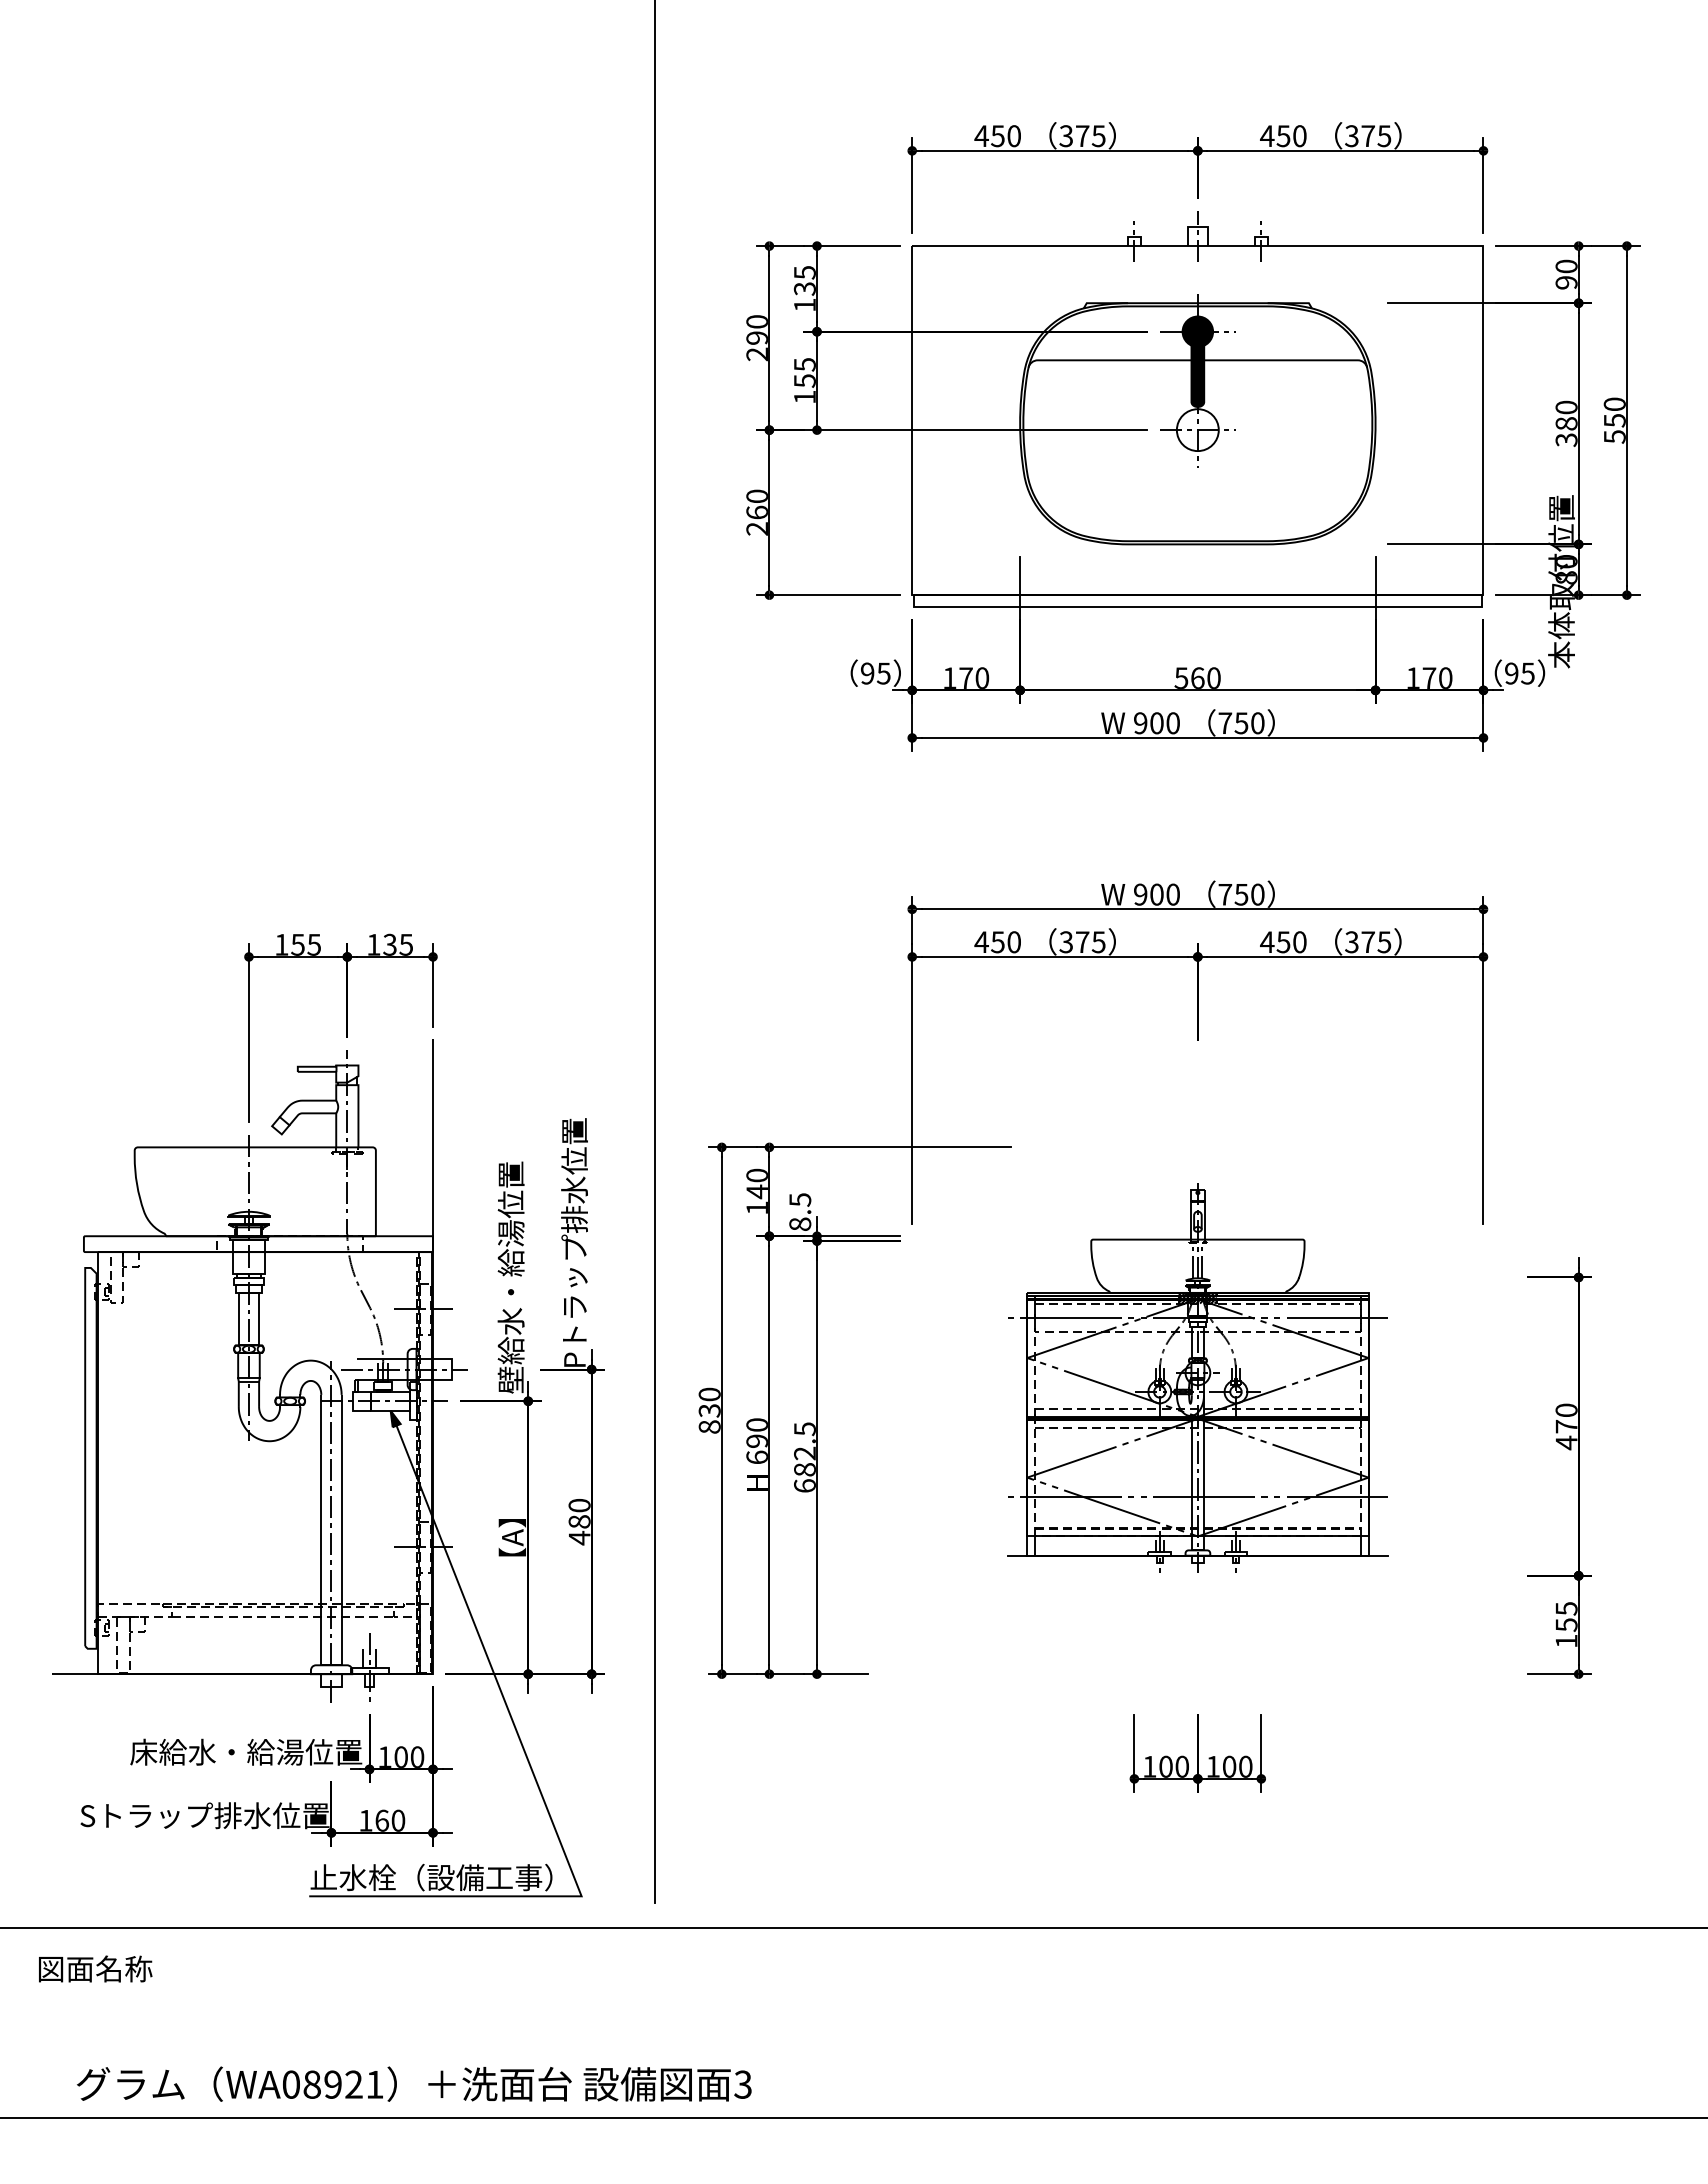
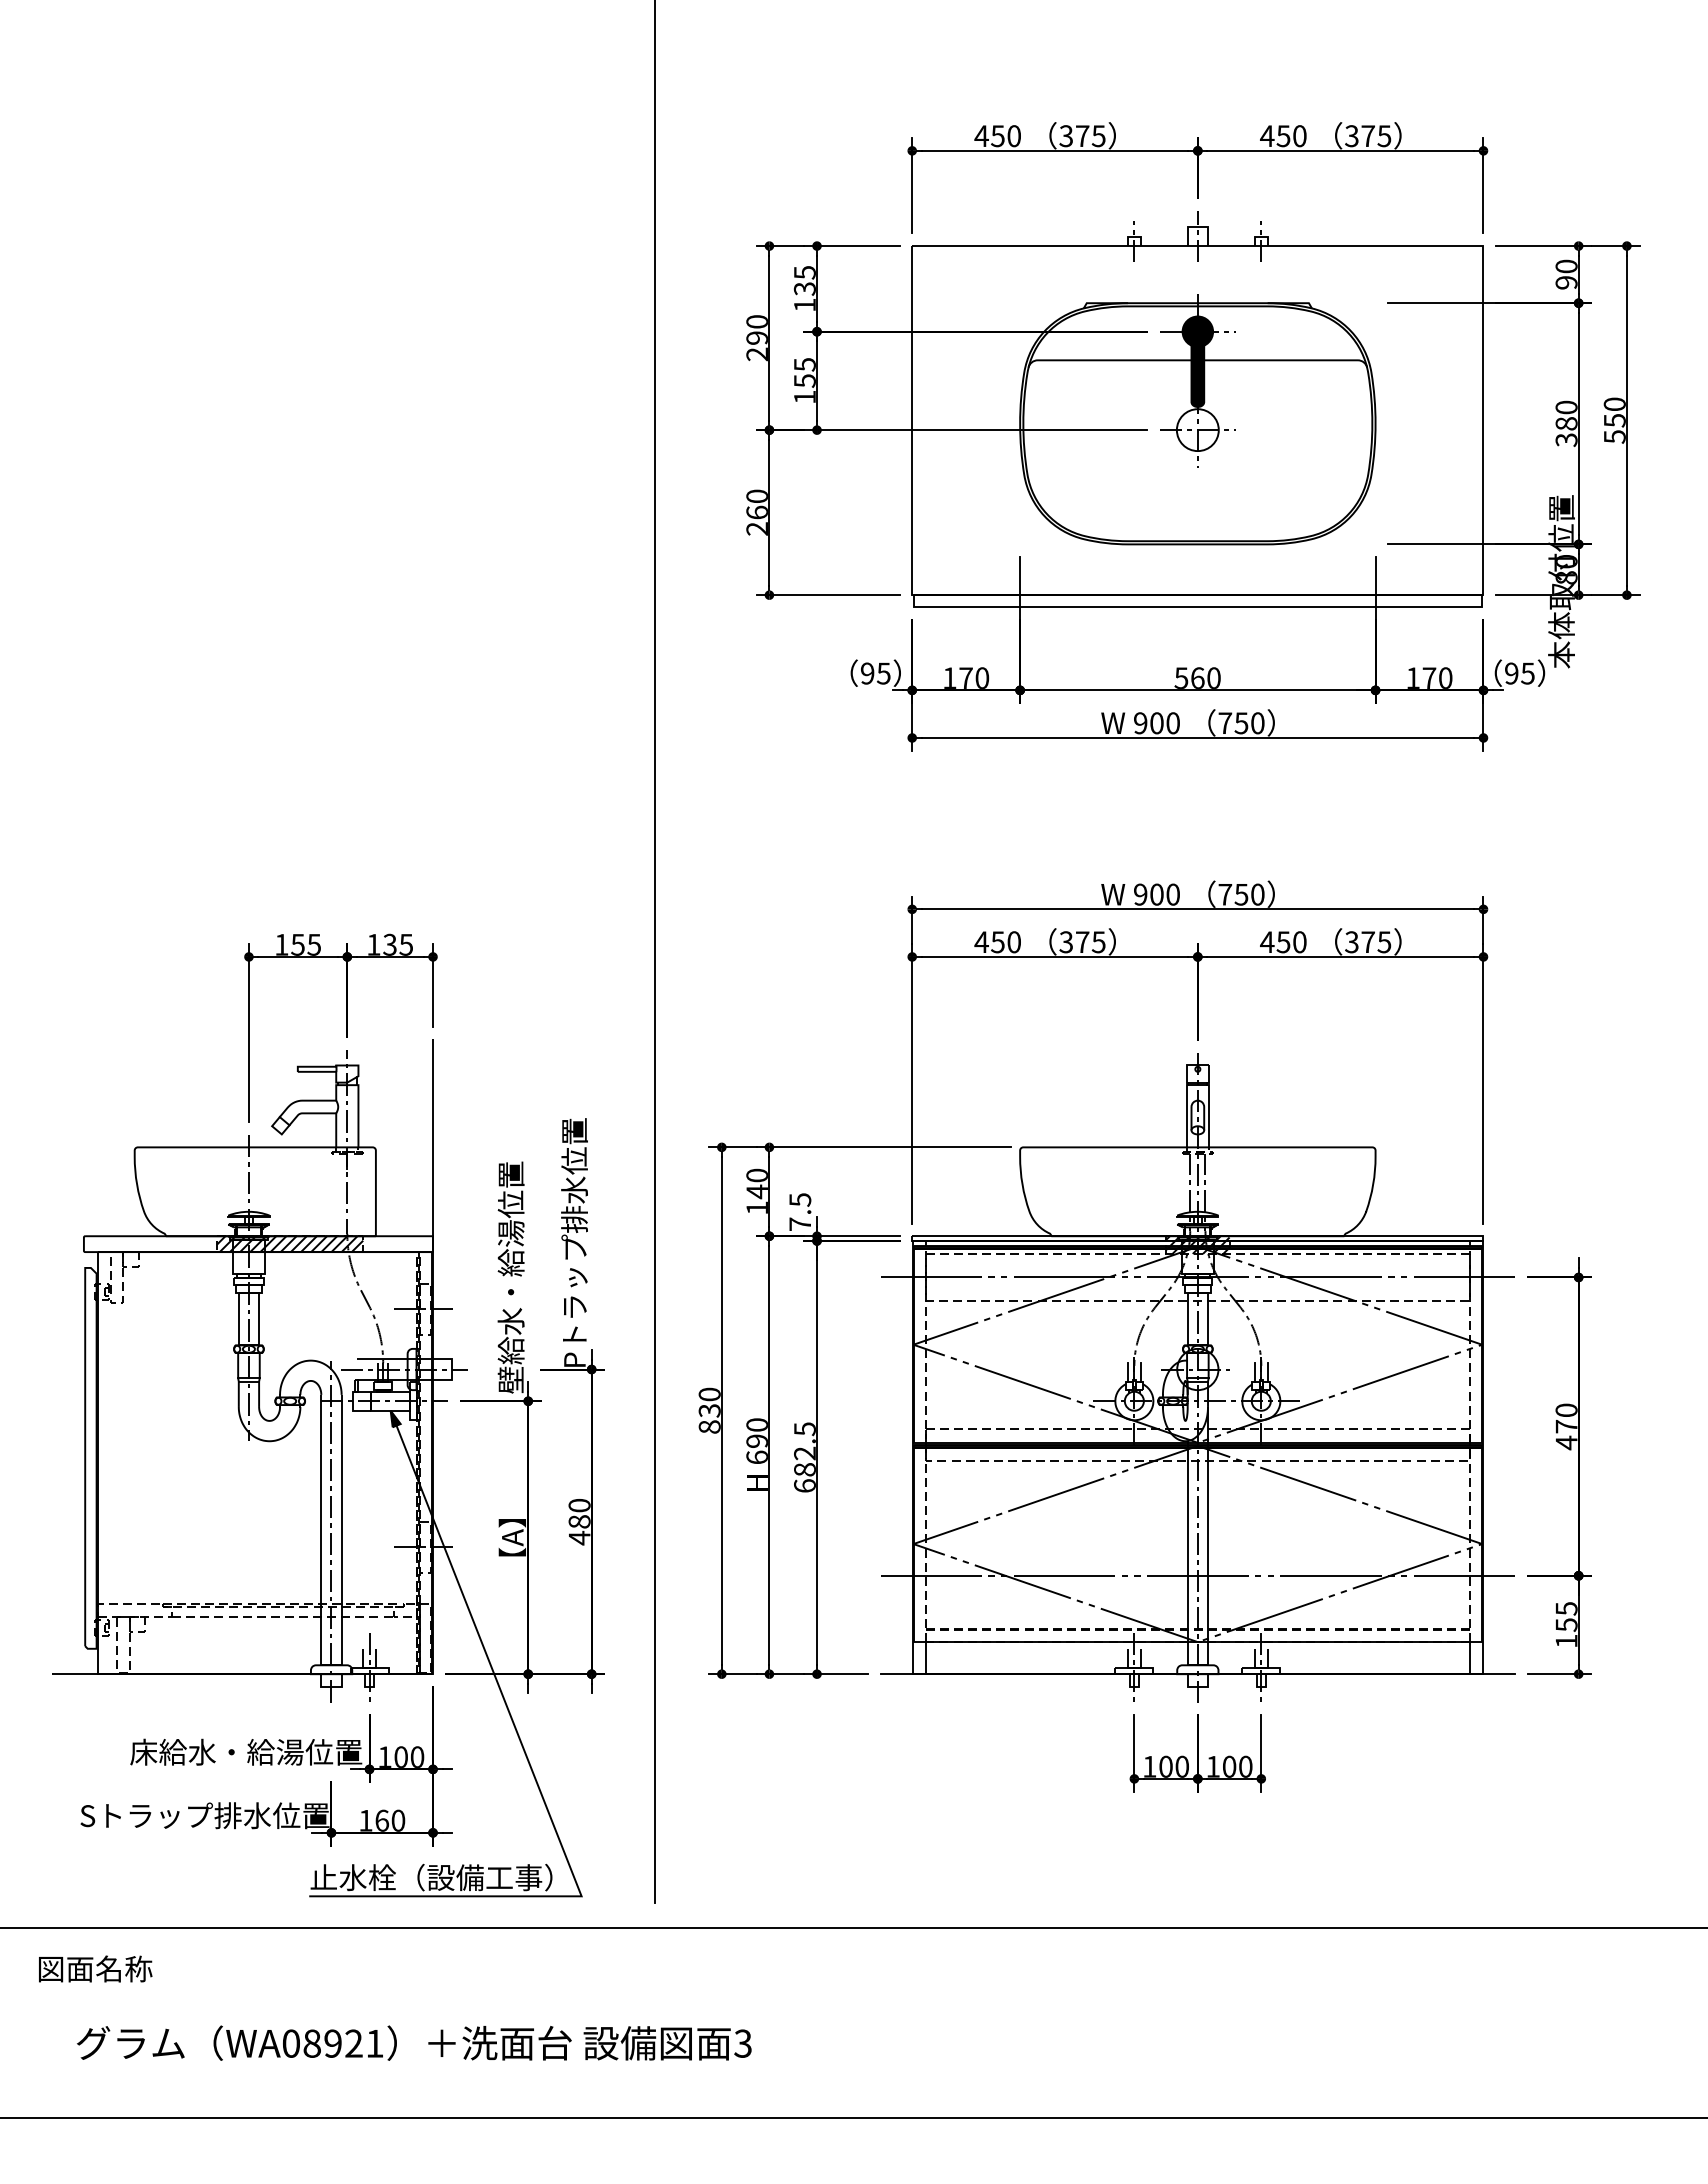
text at (800, 1223): 8.5 -> 7.5
hatch at (290, 1244): none -> present
part at (1197, 1377) size: 382x390 px -> 636x650 px
text at (414, 2083) position: (414, 2083) -> (414, 2042)
